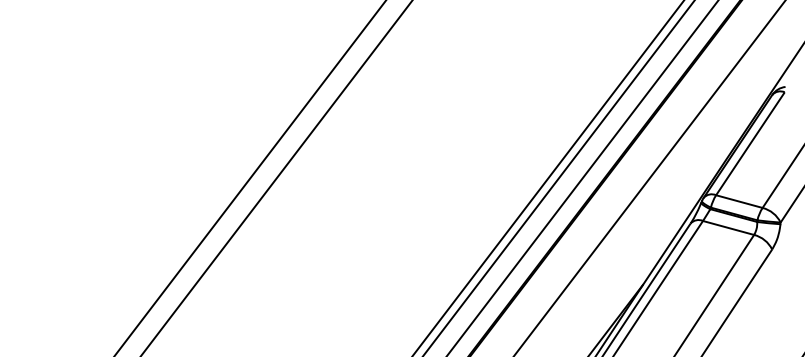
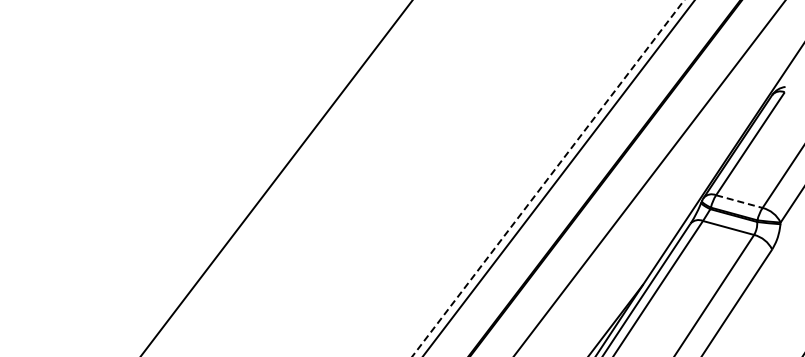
line at (250, 177): present -> none
line at (583, 177): present -> none
line at (548, 178): solid -> dashed
line at (739, 201): solid -> dashed
